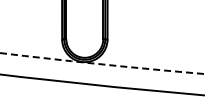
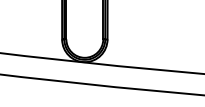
arc at (102, 64): dashed -> solid
